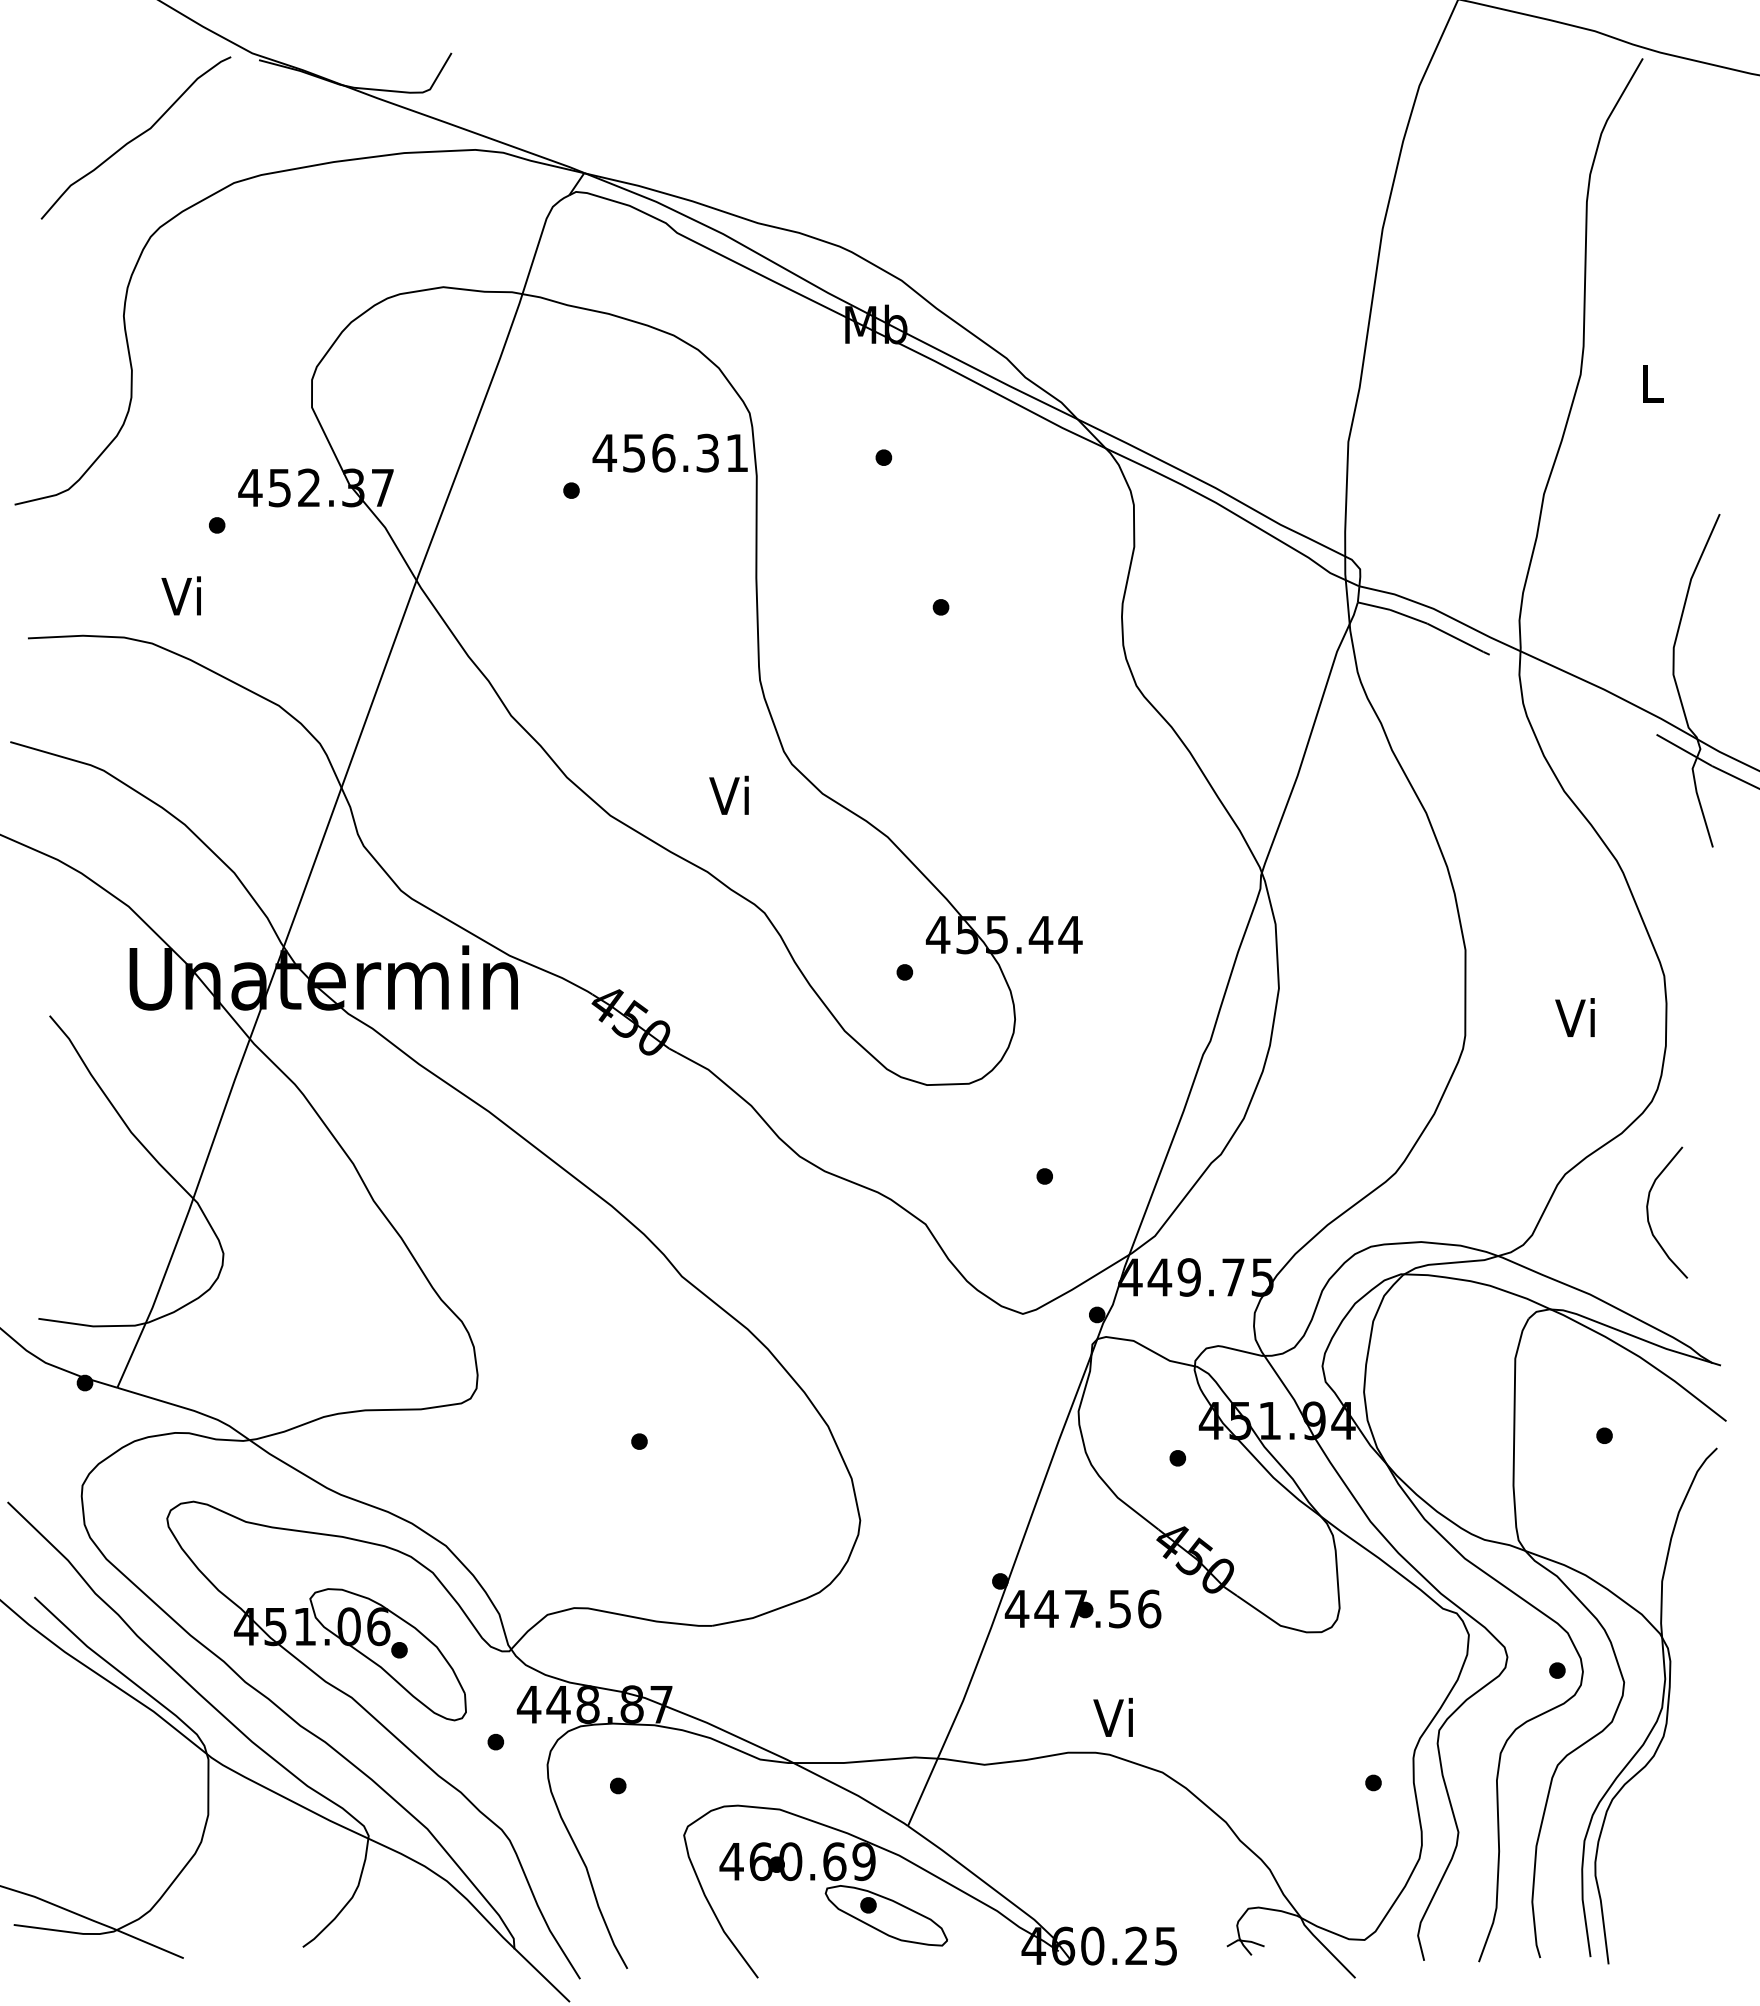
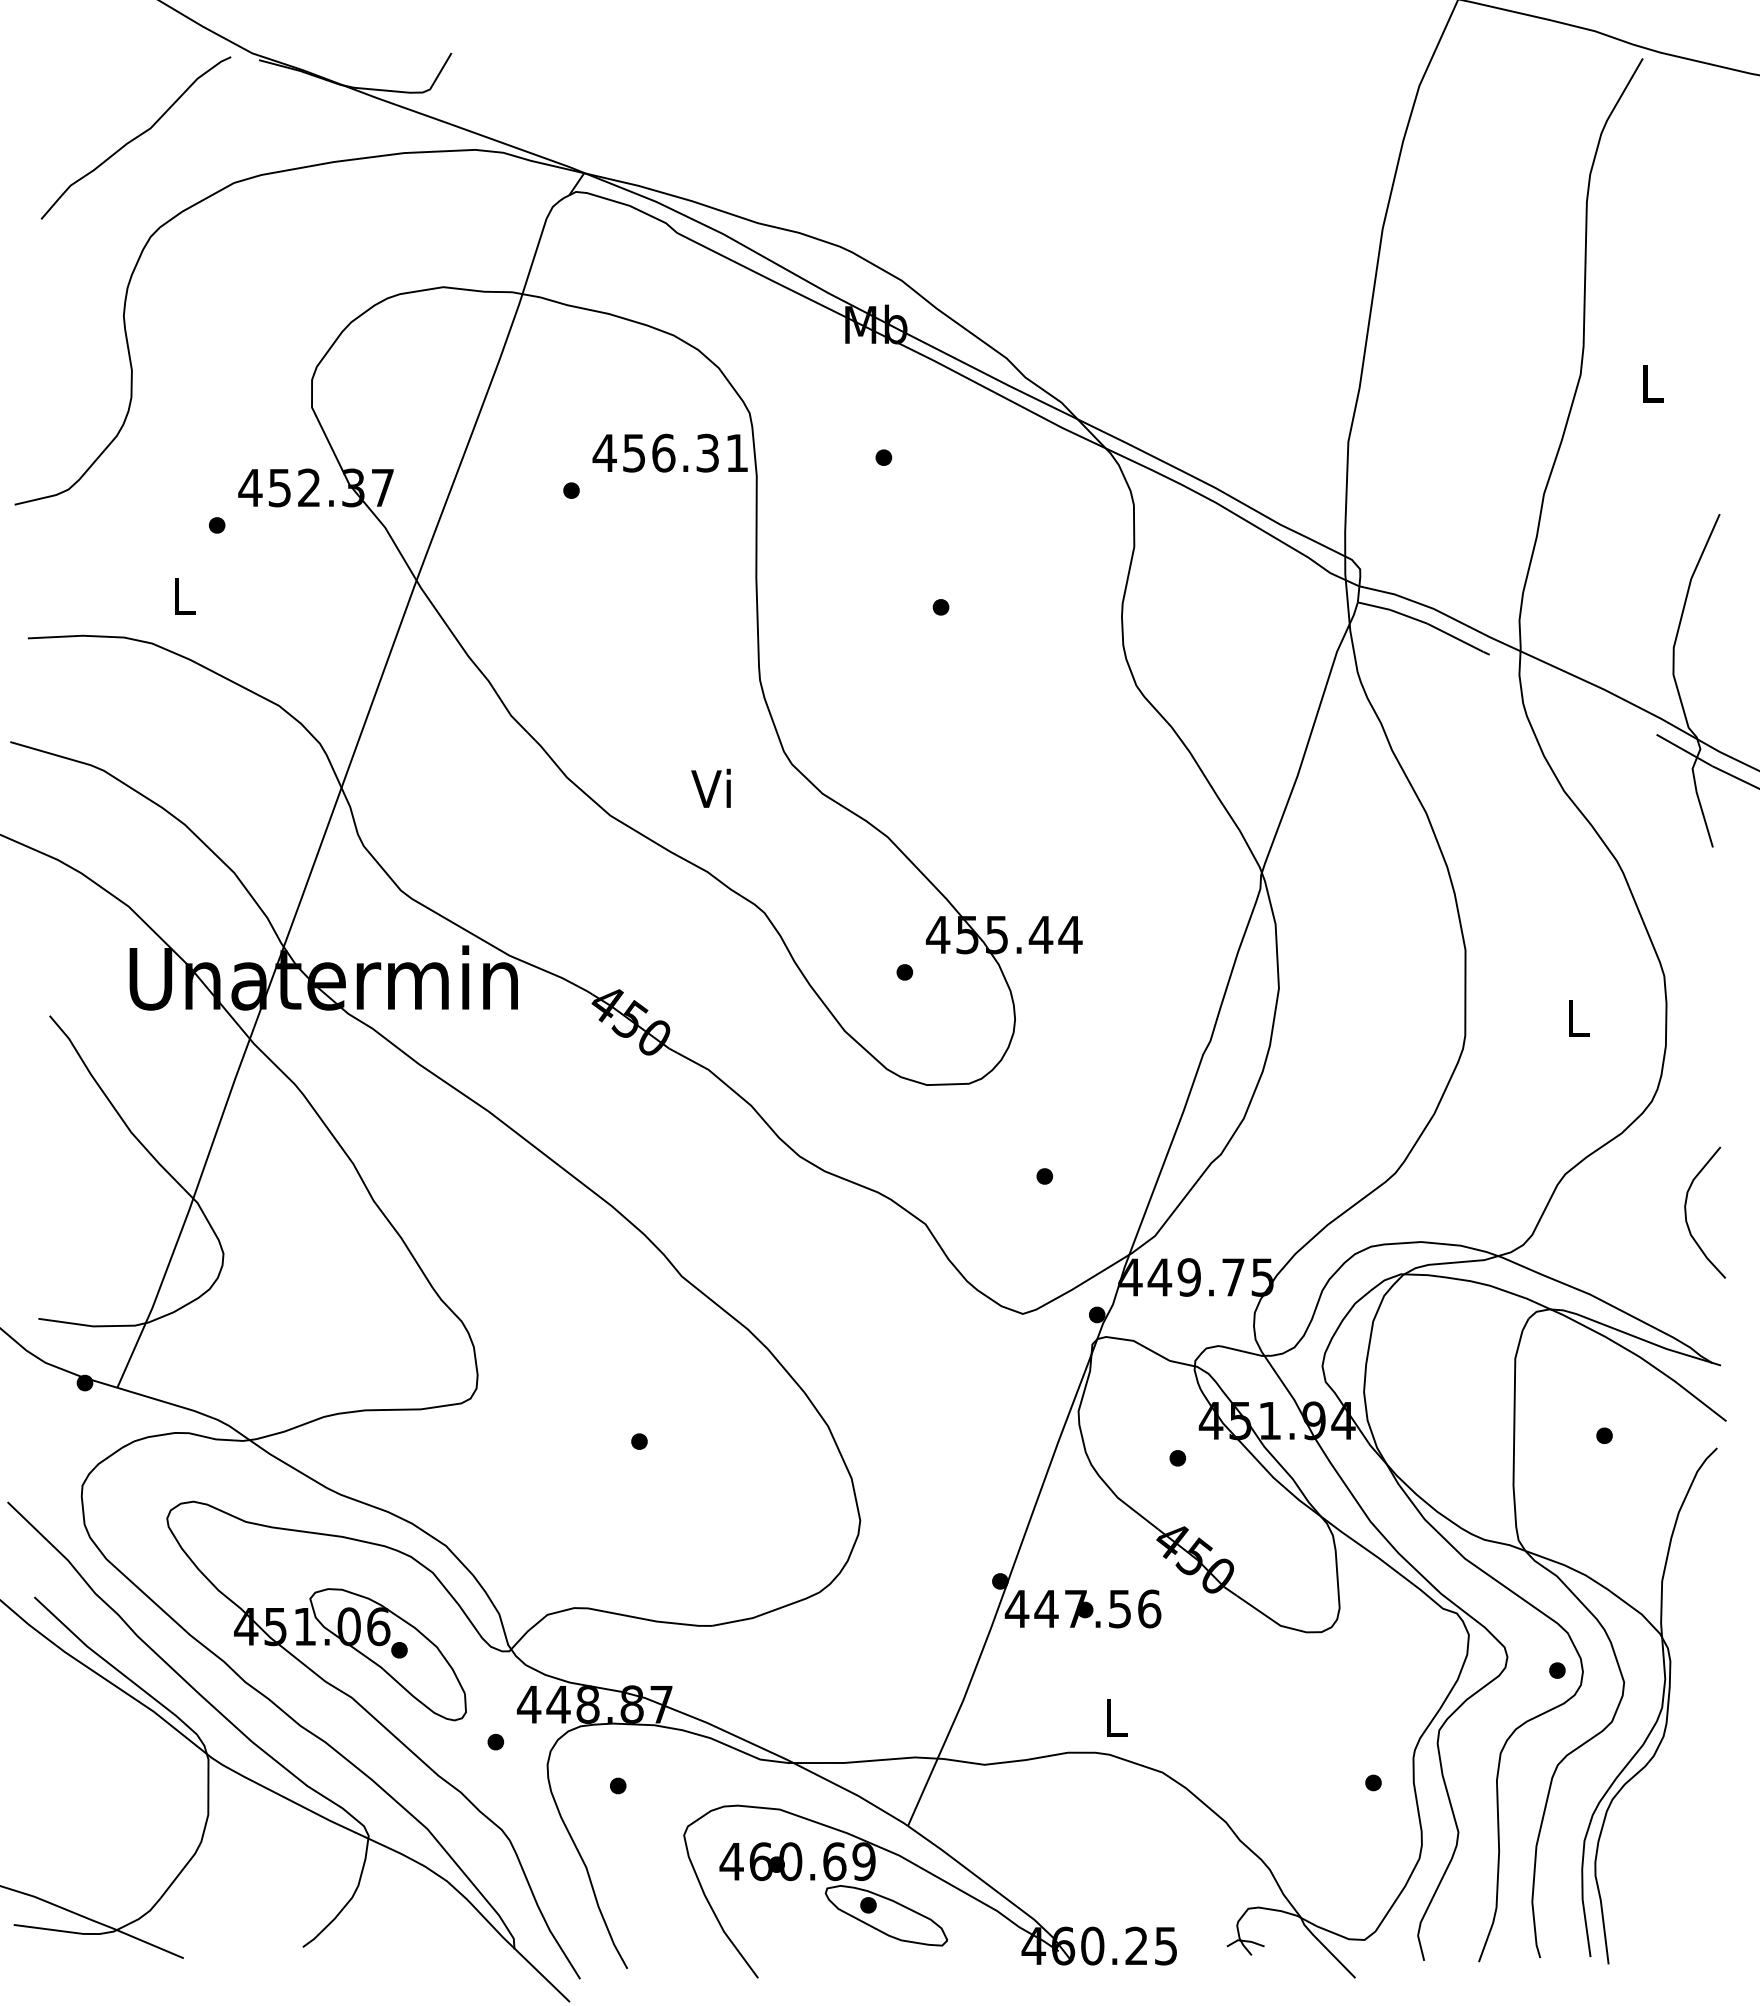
text at (180, 595): Vi -> L
text at (728, 794) position: (728, 794) -> (710, 787)
text at (1574, 1017): Vi -> L
curve at (1648, 1212) position: (1648, 1212) -> (1686, 1212)
text at (1112, 1716): Vi -> L
